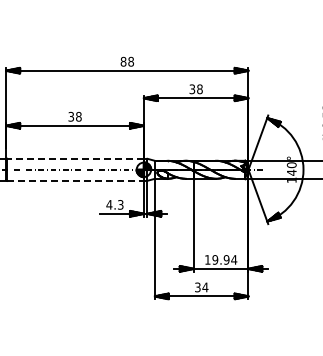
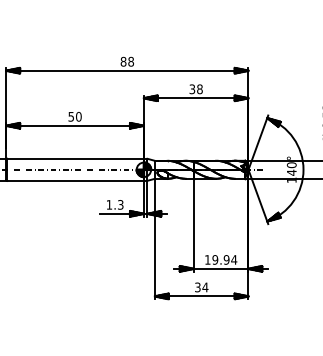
text at (74, 116): 38 -> 50
line at (75, 158): dashed -> solid
line at (76, 180): dashed -> solid
text at (109, 204): 4.3 -> 1.3
